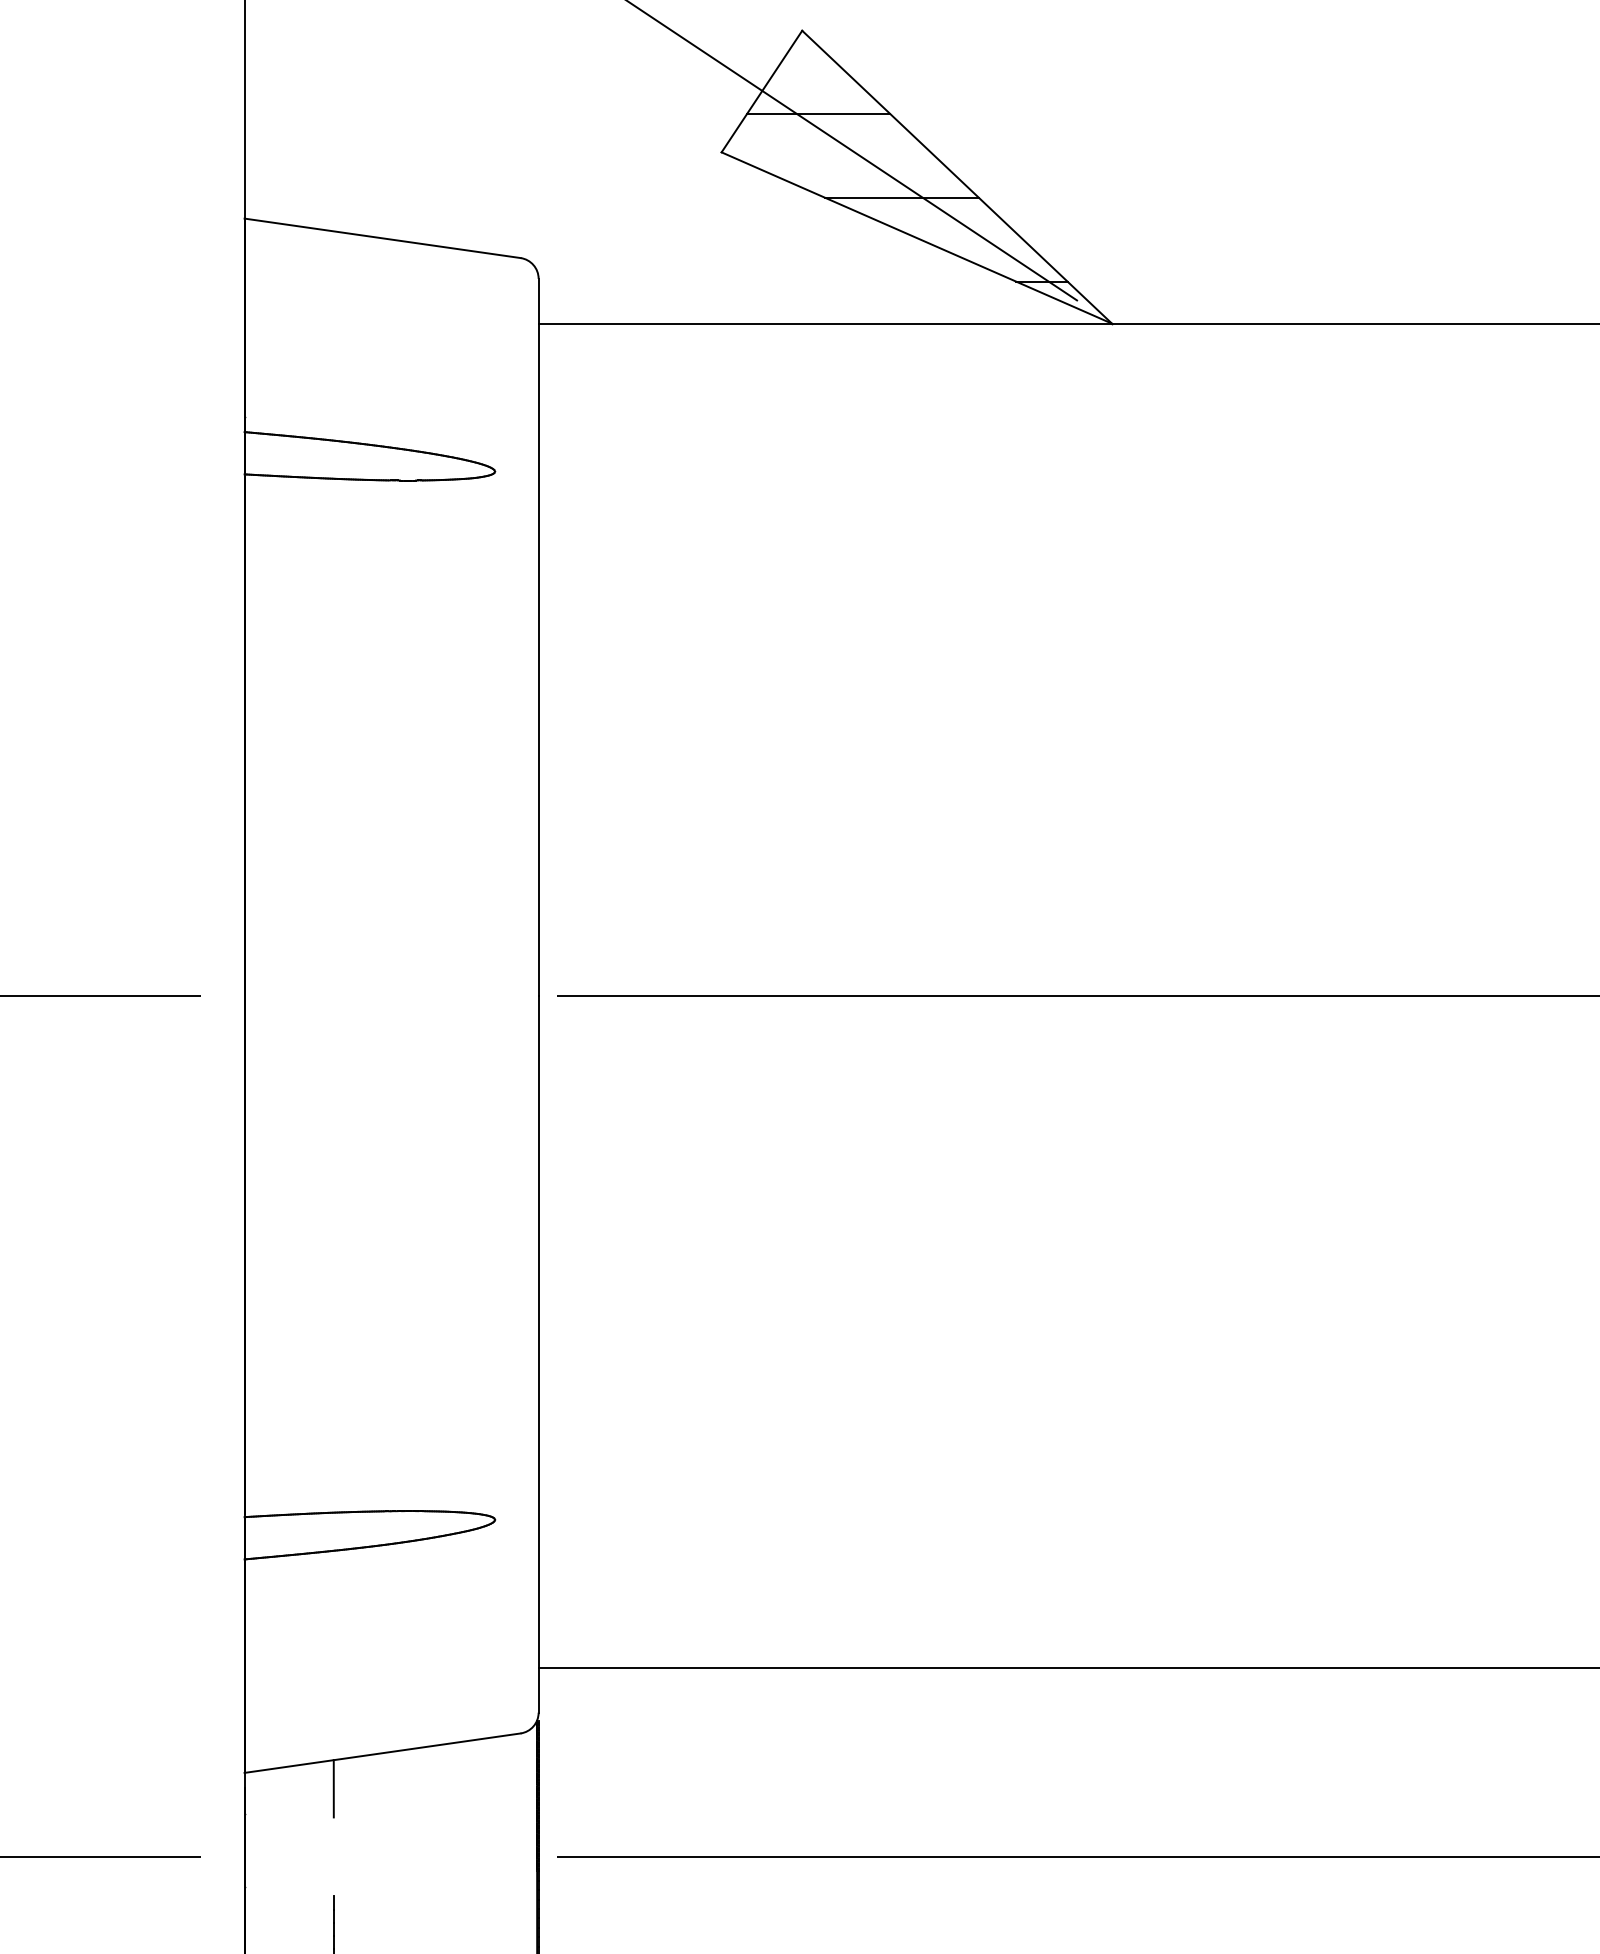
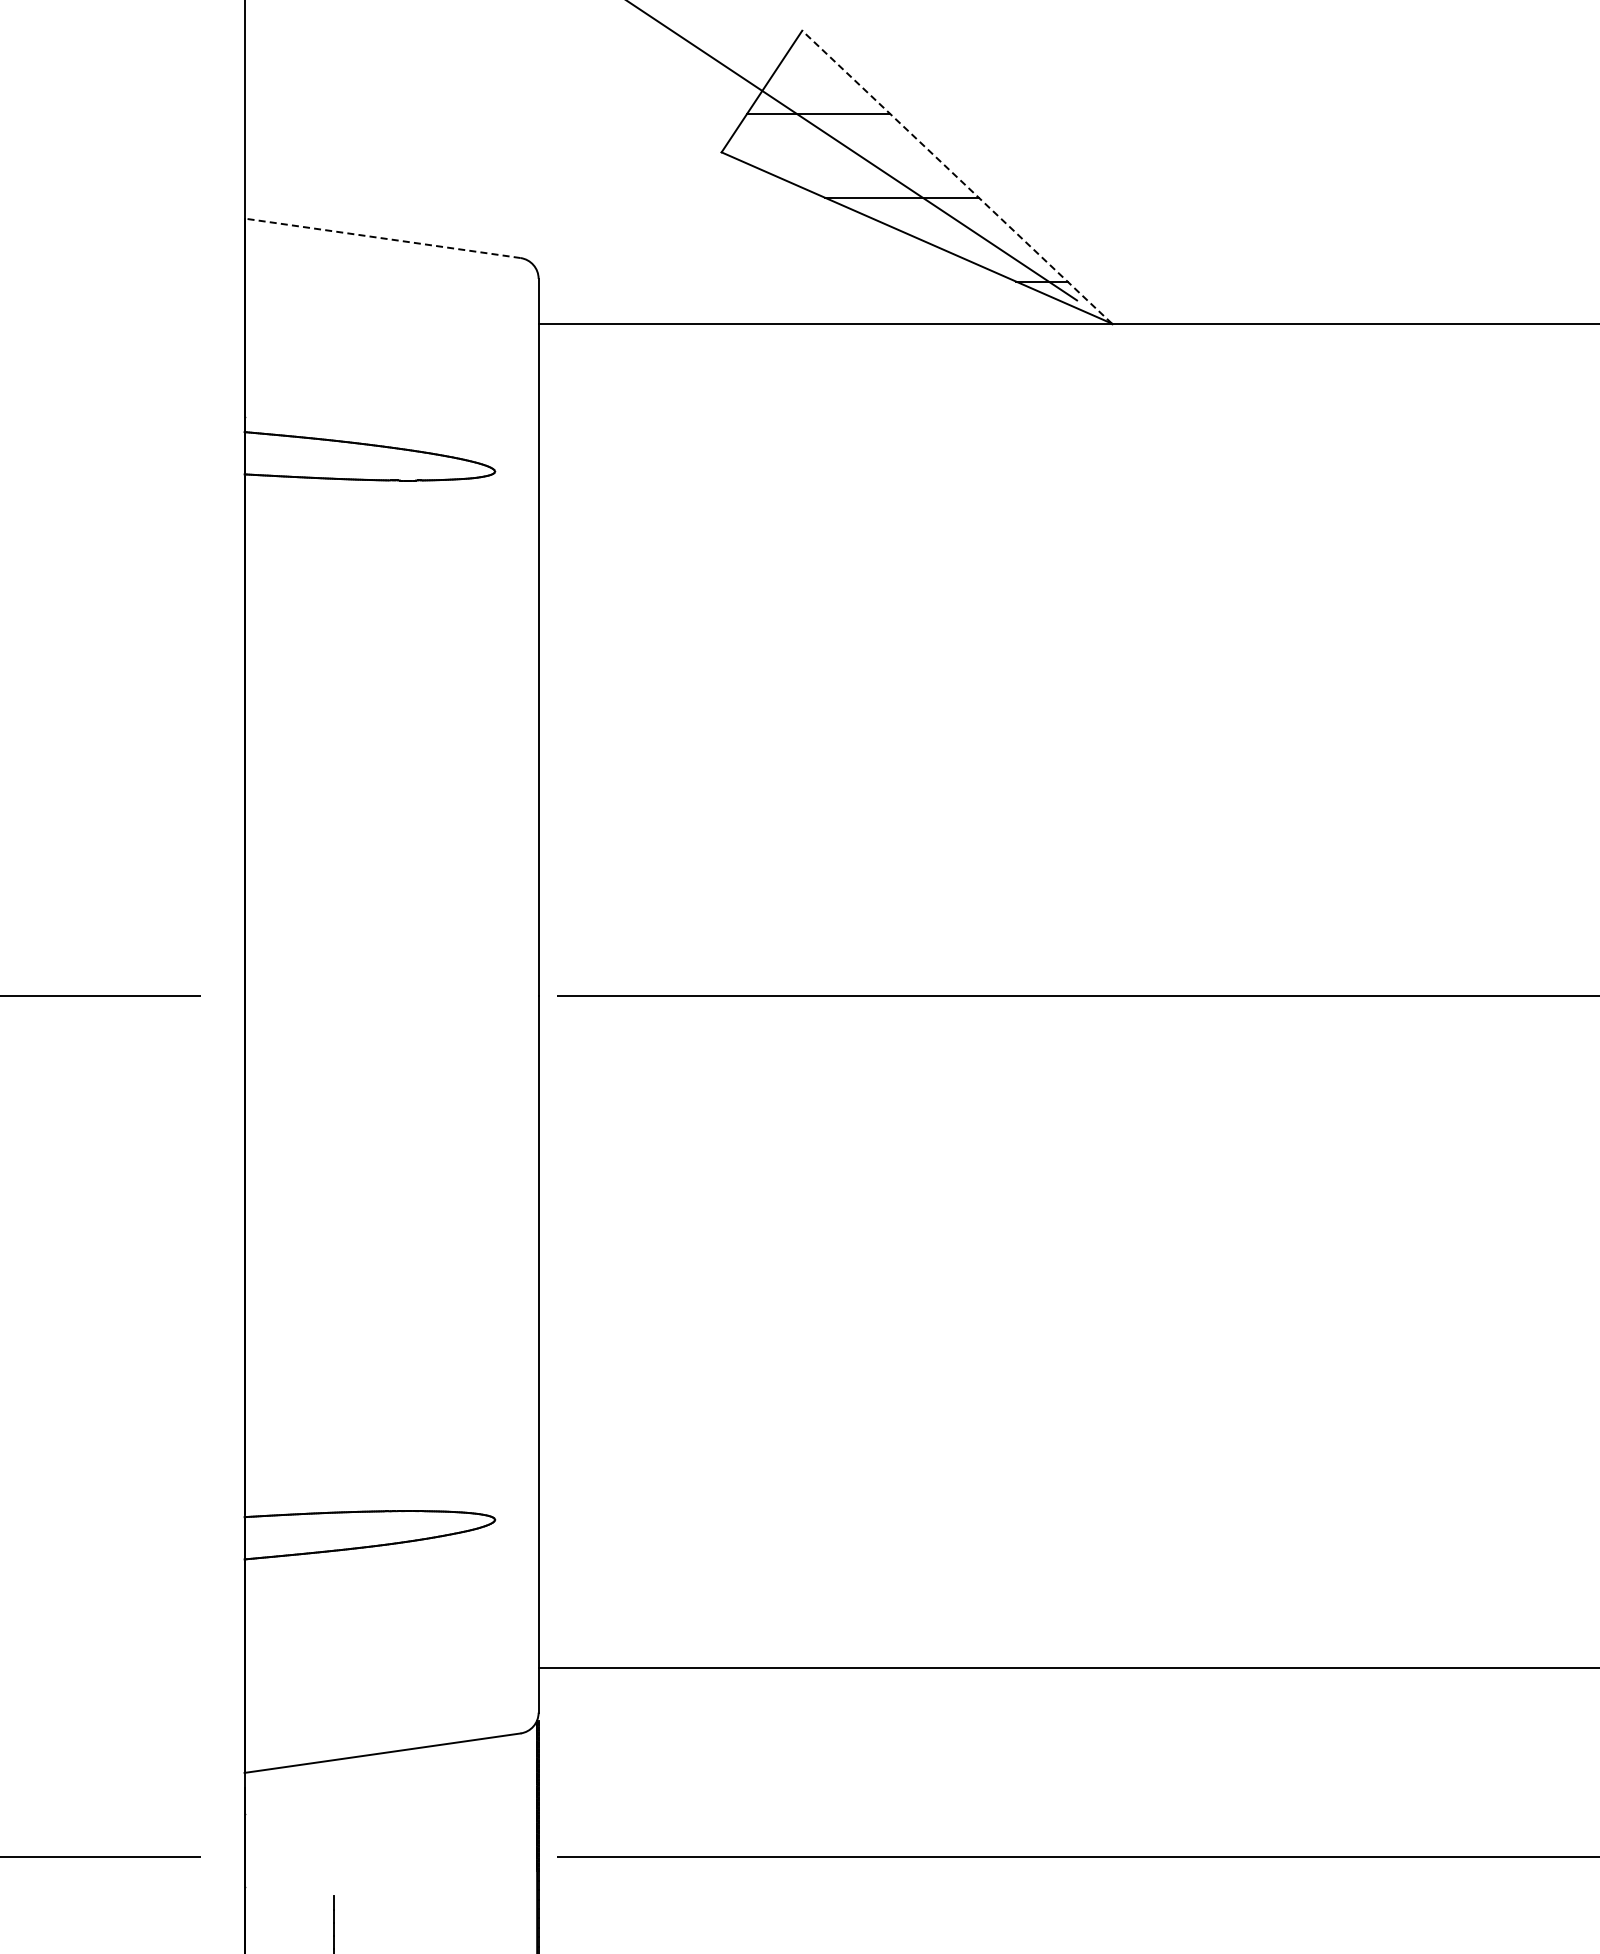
line at (956, 176): solid -> dashed
line at (382, 238): solid -> dashed
line at (333, 1788): present -> none
